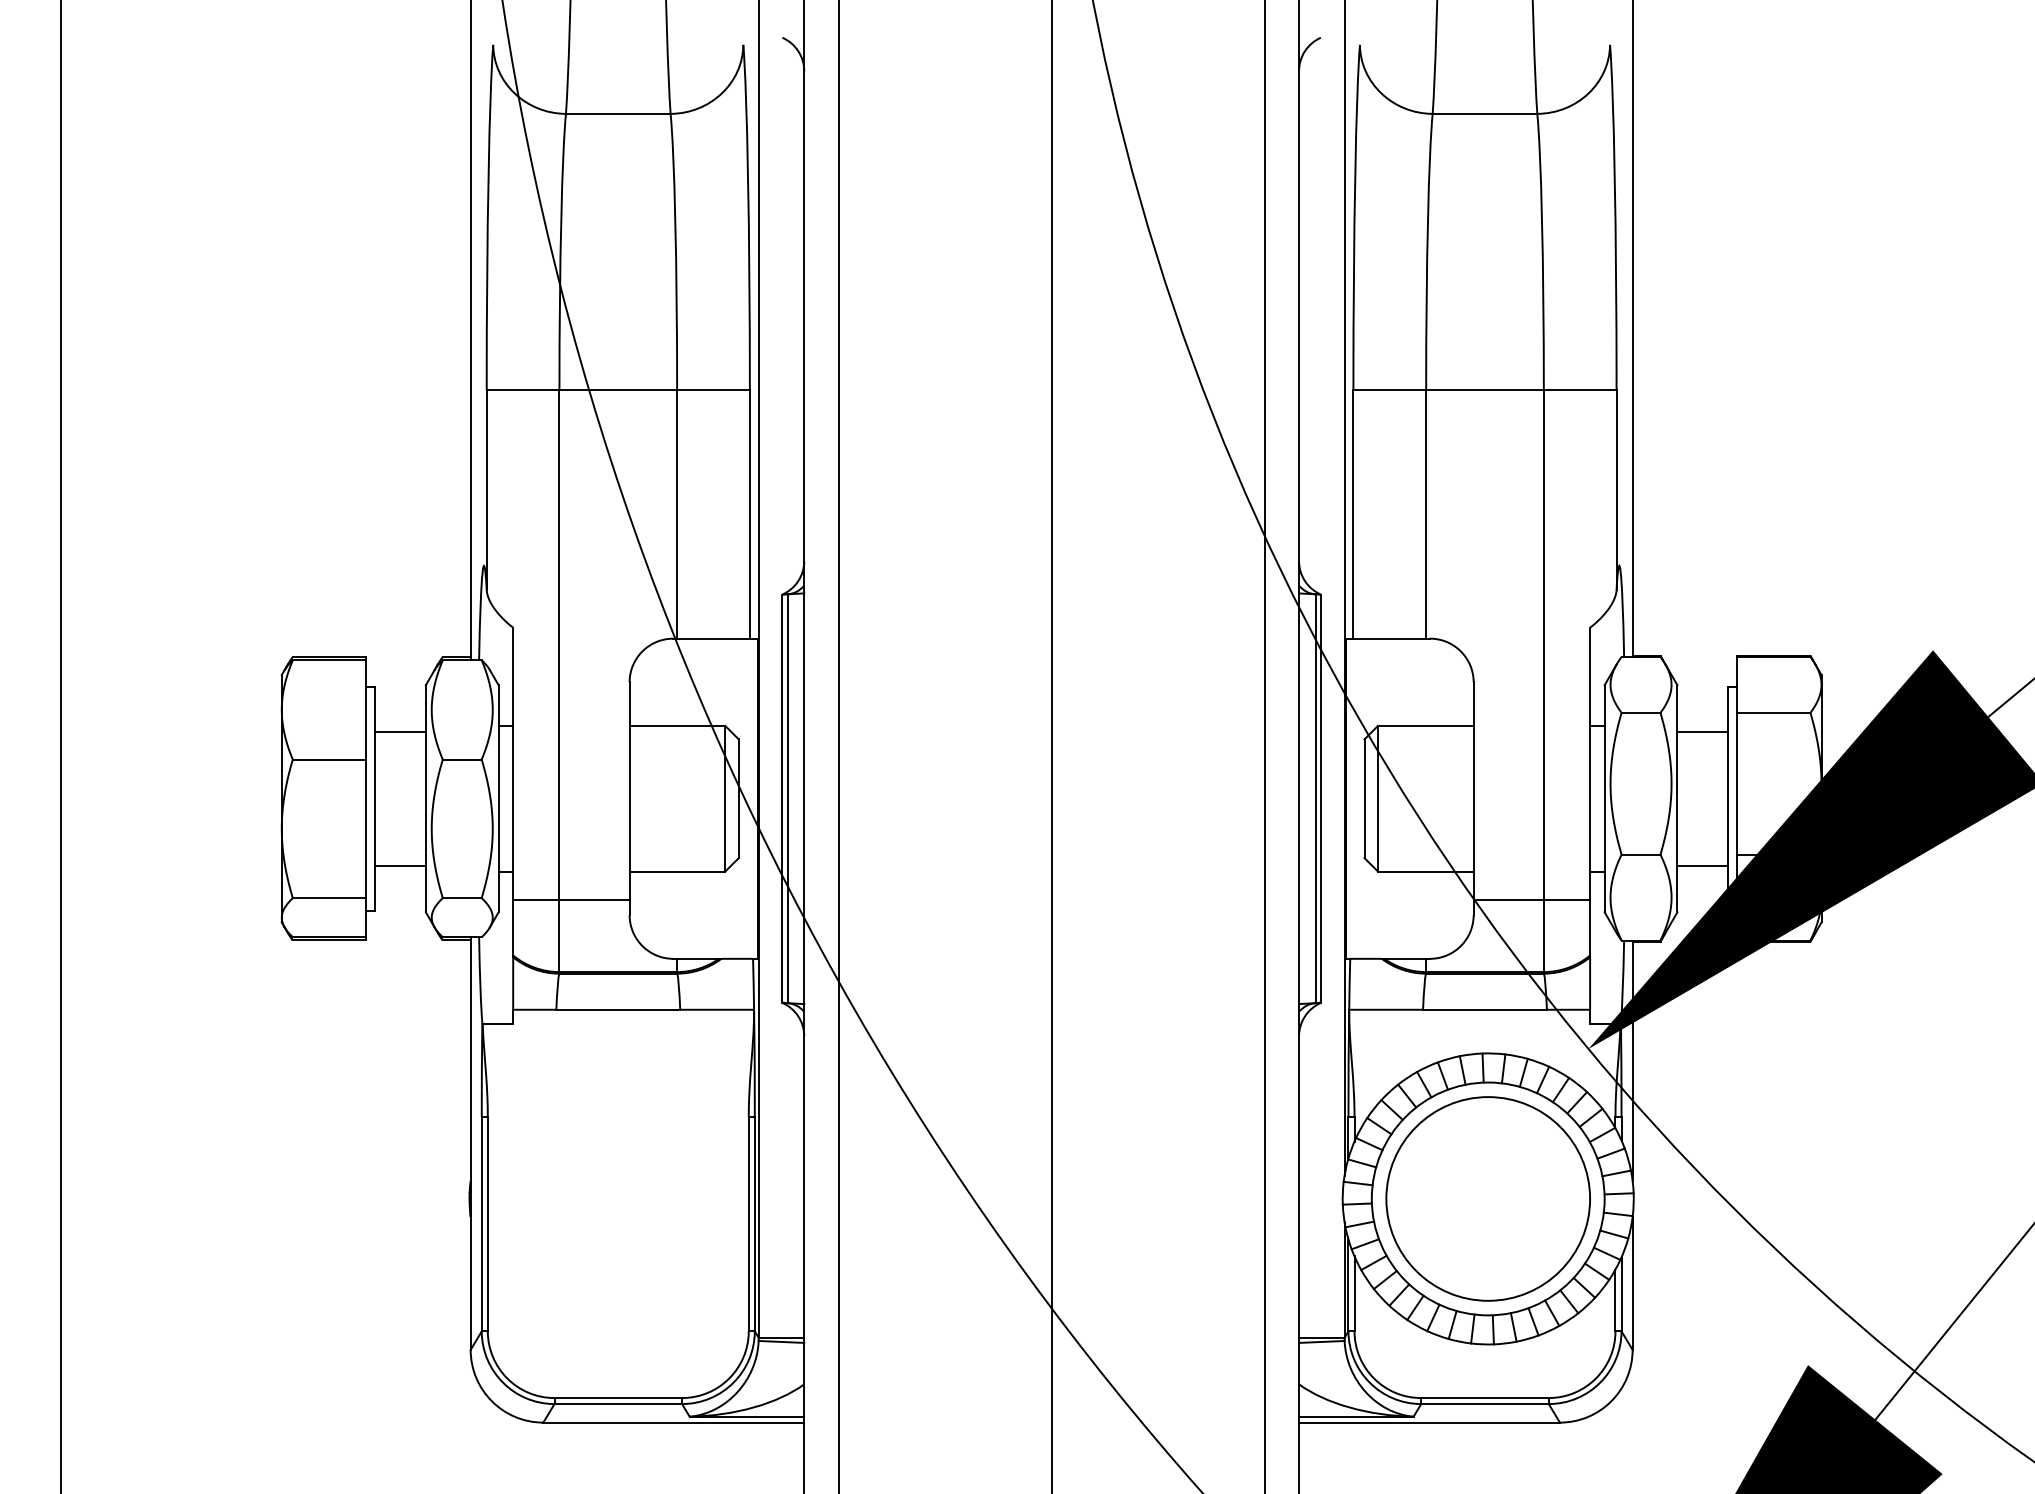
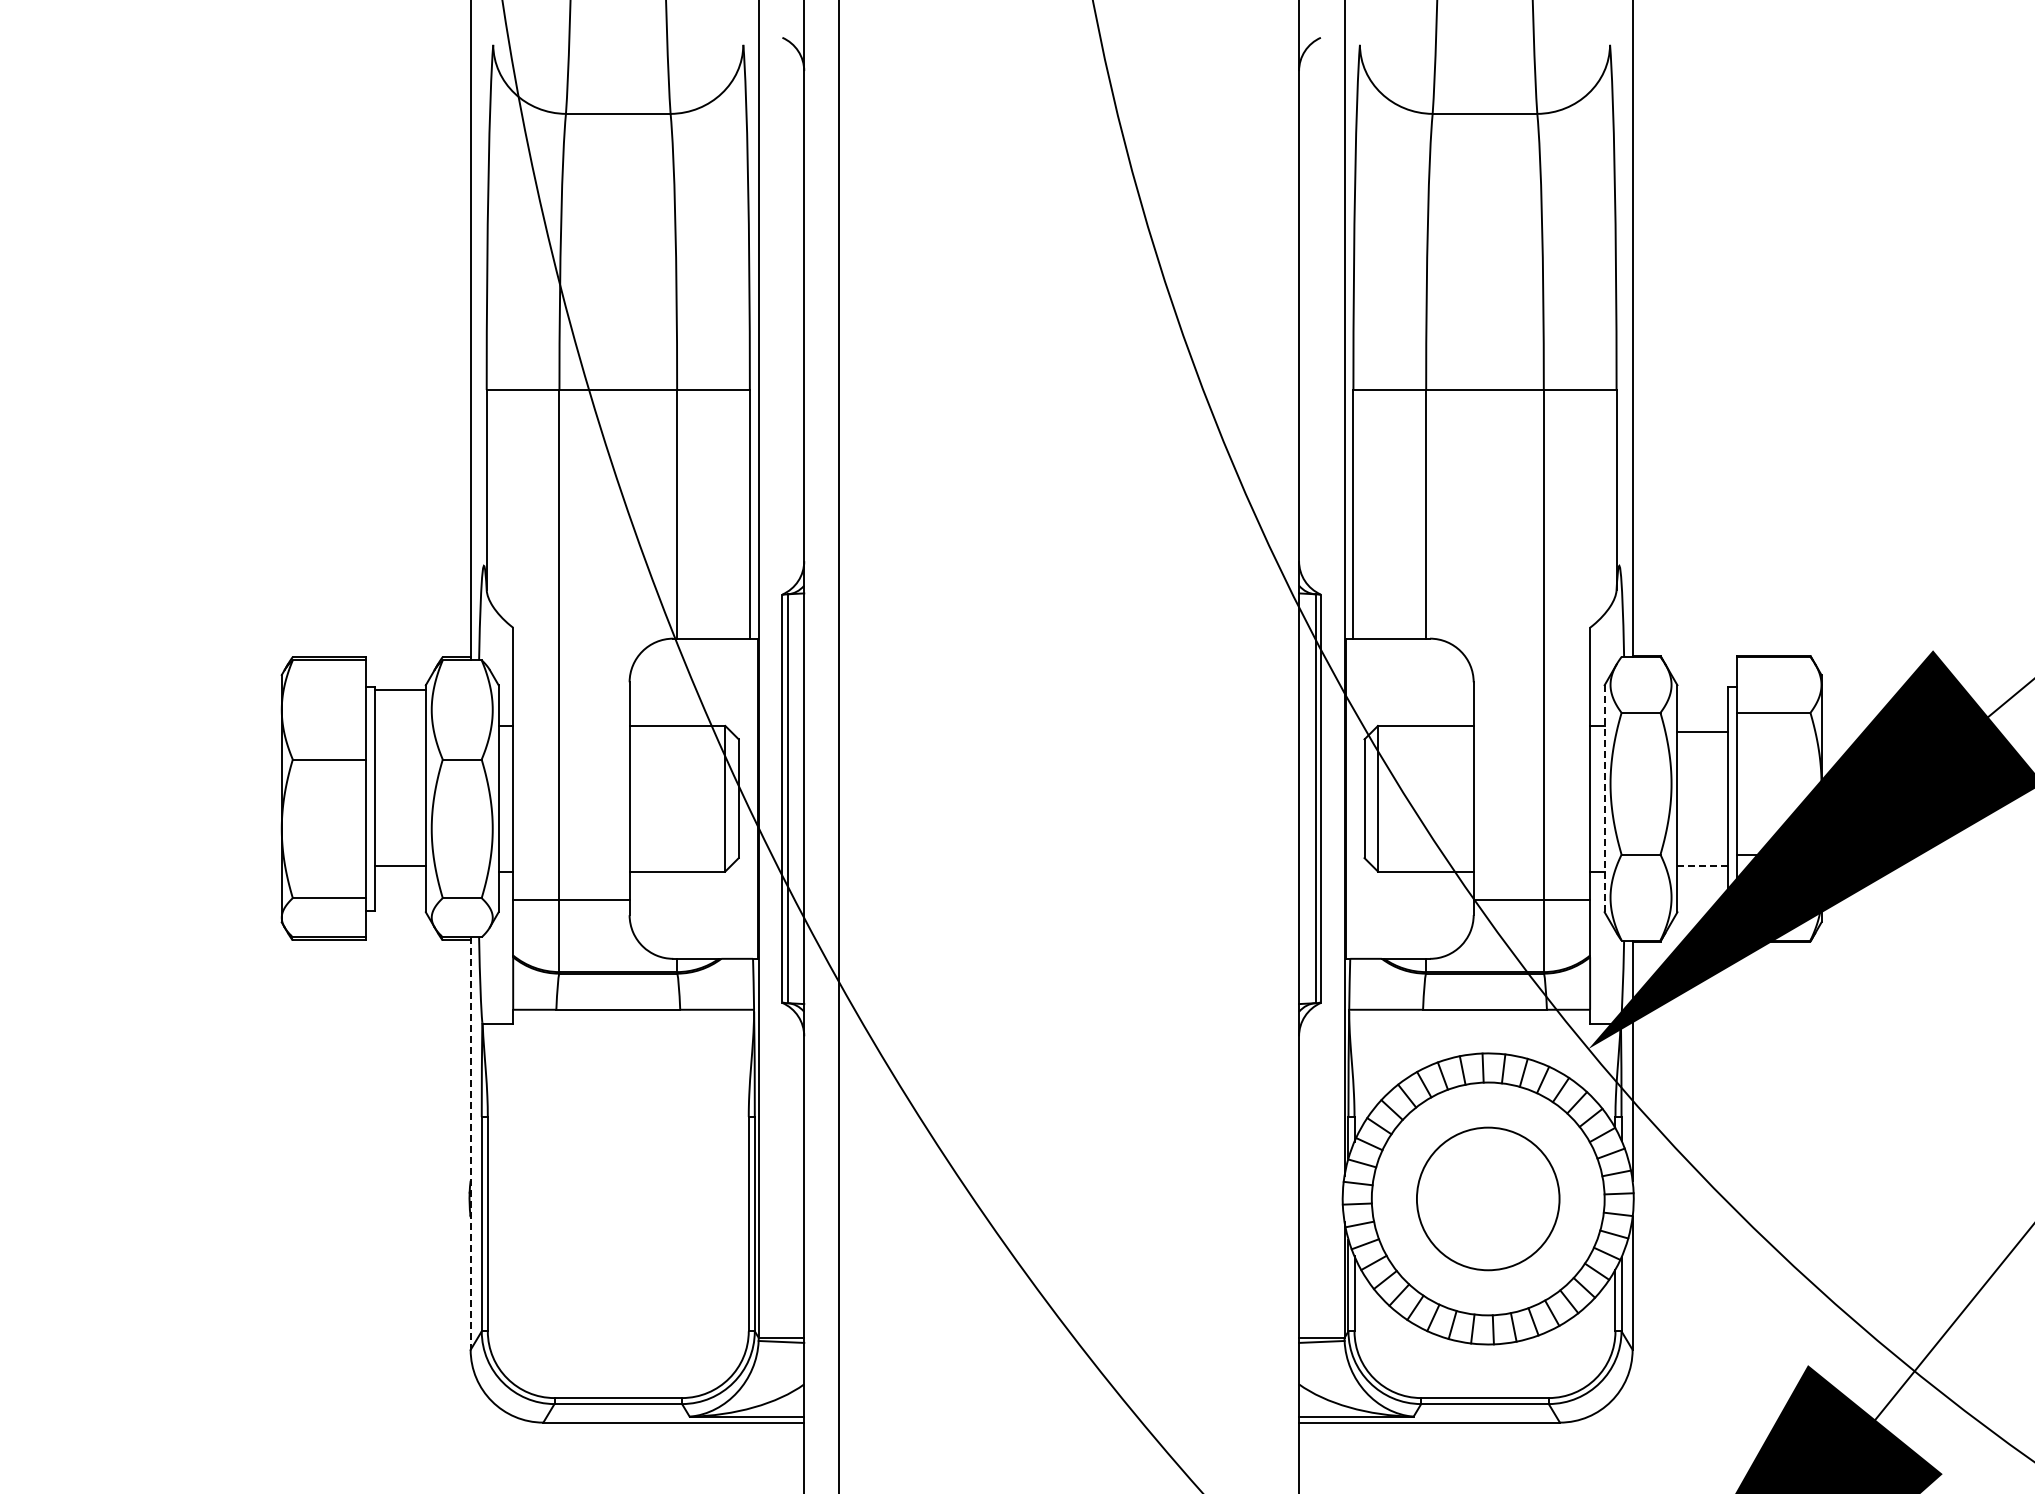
line at (399, 731) position: (399, 731) -> (399, 689)
line at (61, 746): present -> none
line at (1051, 746): present -> none
line at (1264, 746): present -> none
line at (1604, 798): solid -> dashed
line at (1702, 865): solid -> dashed
line at (470, 1144): solid -> dashed
circle at (1488, 1198) diameter: 204 px -> 143 px
